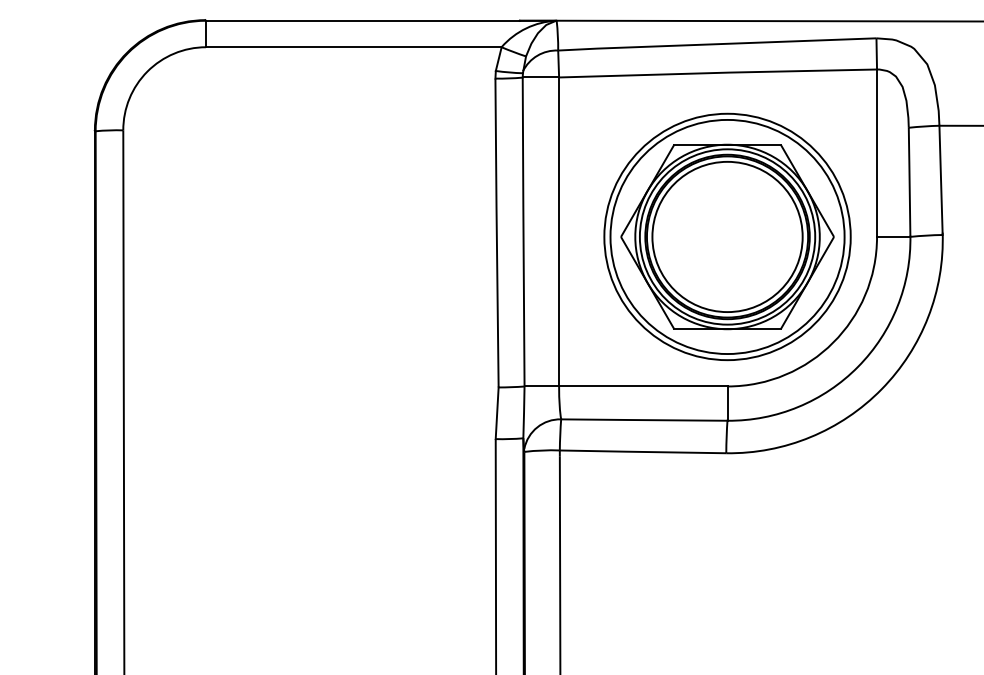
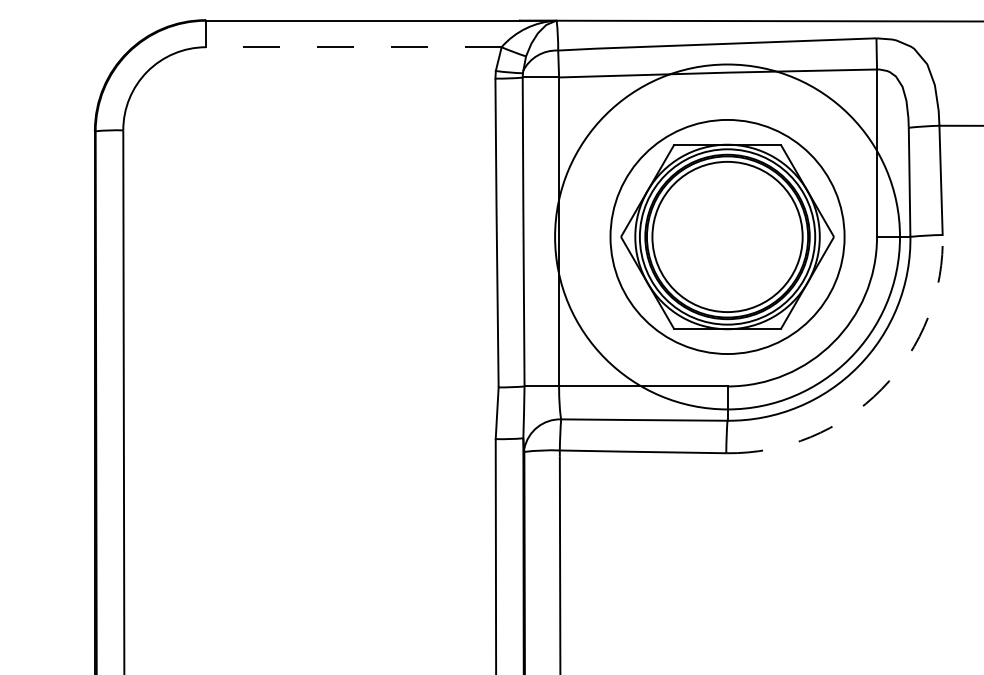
line at (353, 47): solid -> dashed
circle at (727, 236) diameter: 246 px -> 345 px
arc at (881, 389): solid -> dashed
